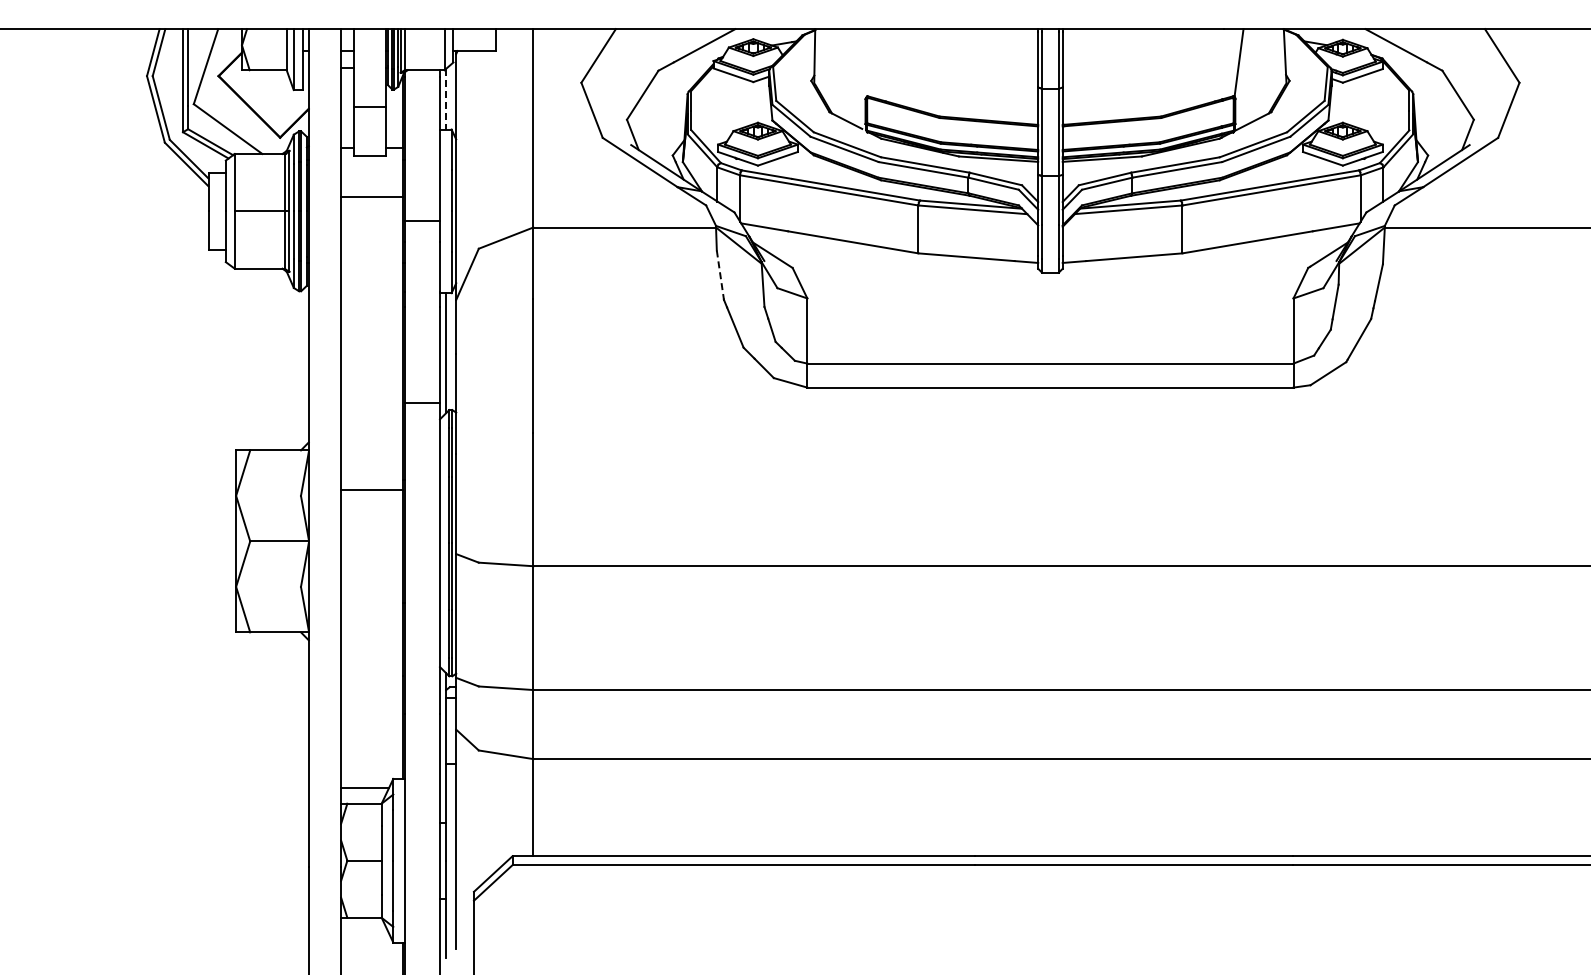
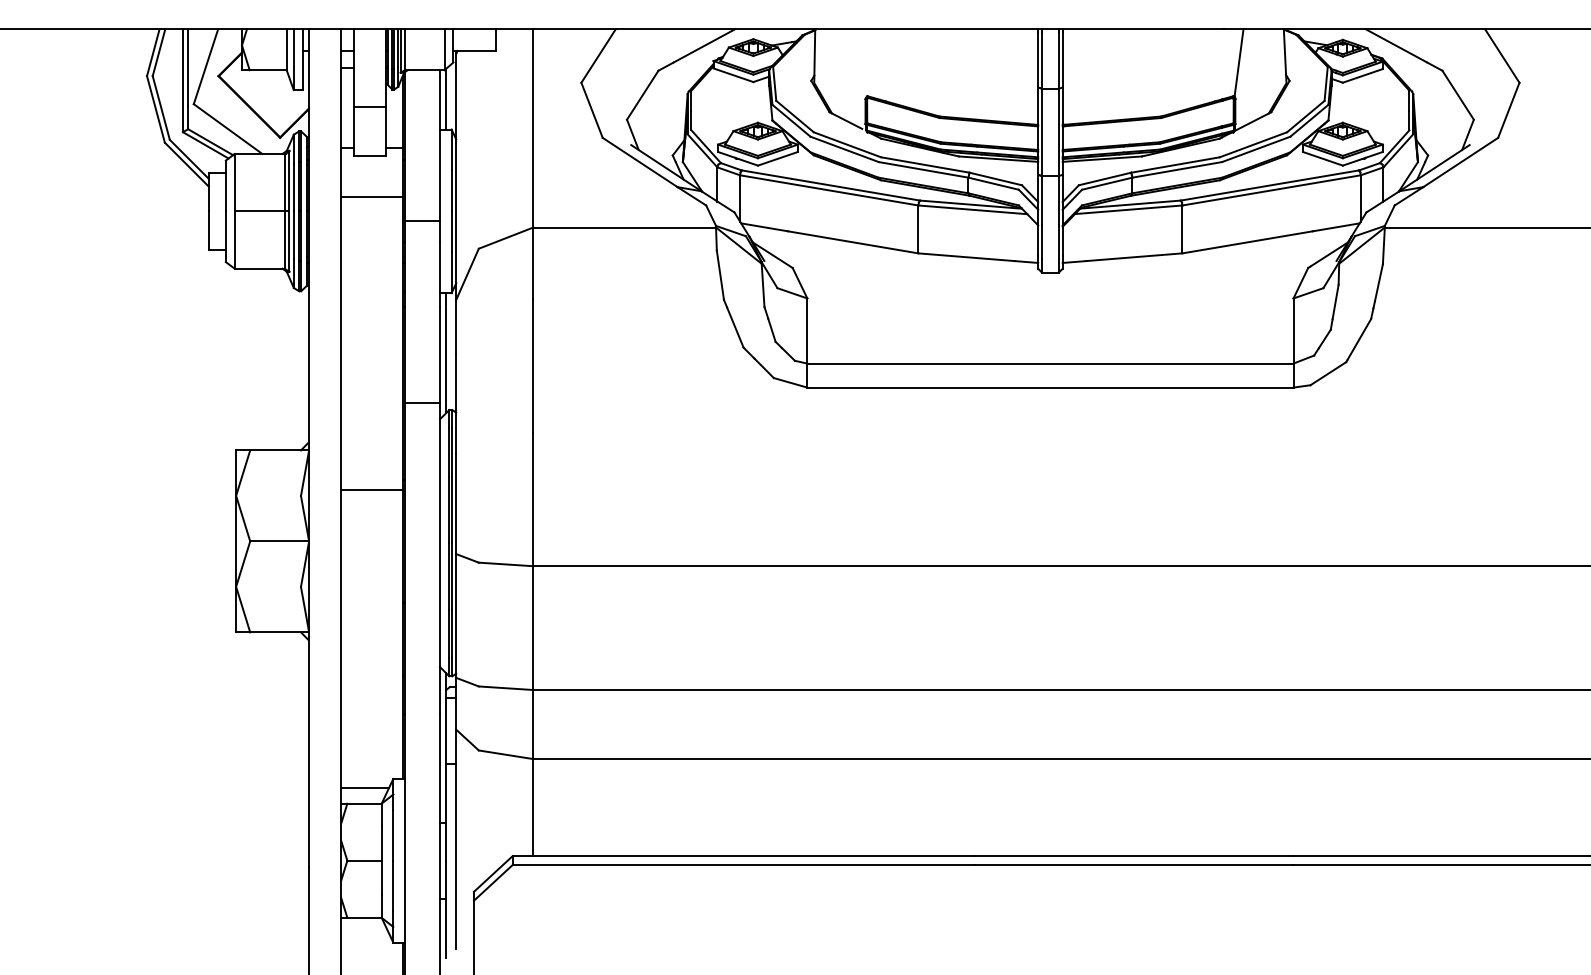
line at (446, 99): dashed -> solid
line at (720, 275): dashed -> solid
